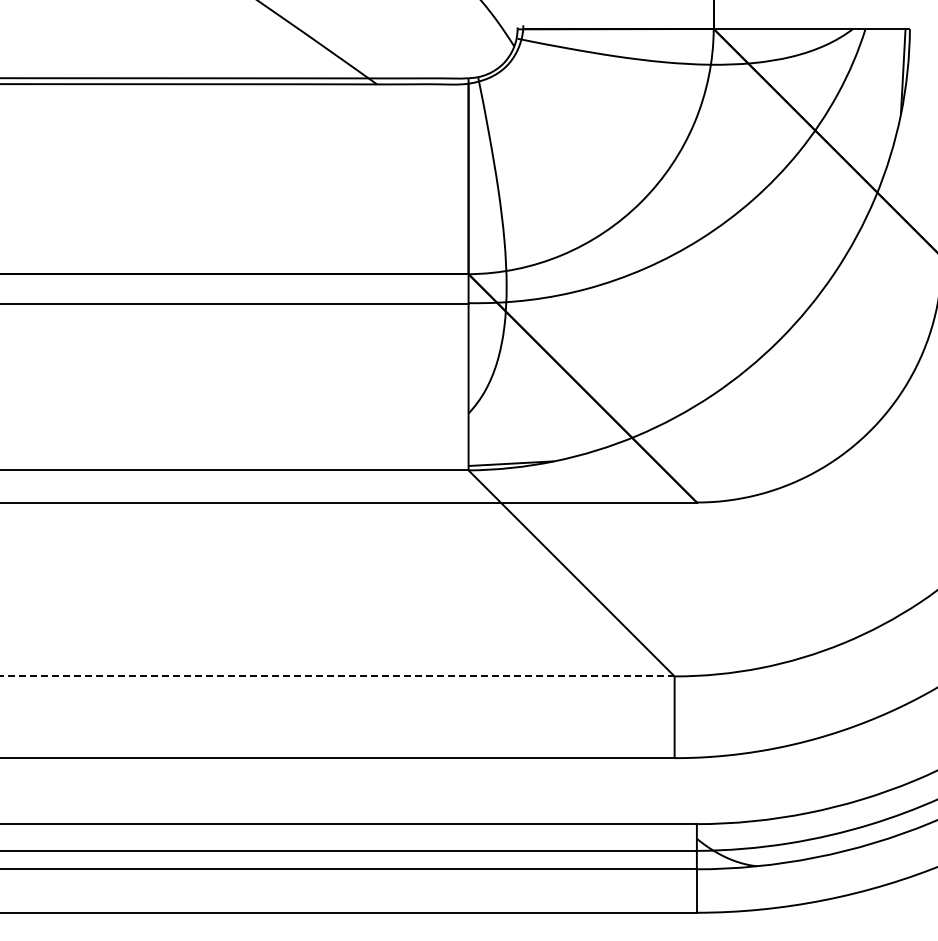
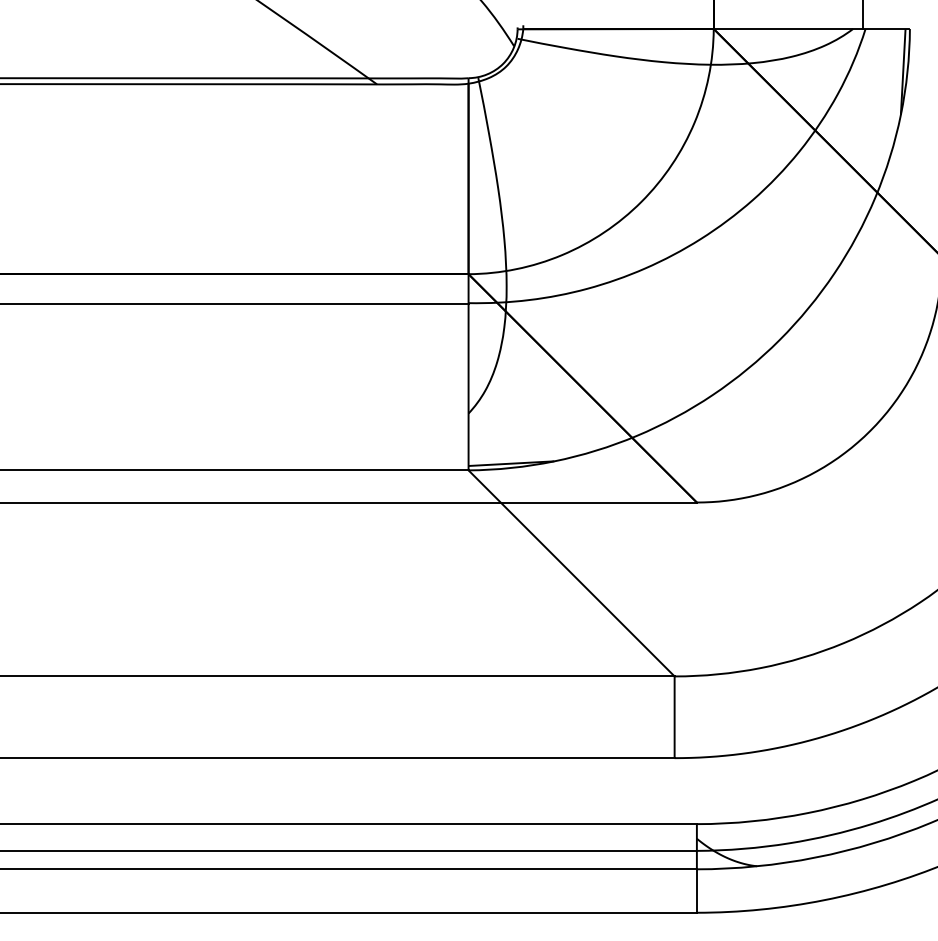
line at (862, 15): none -> present
line at (337, 676): dashed -> solid
